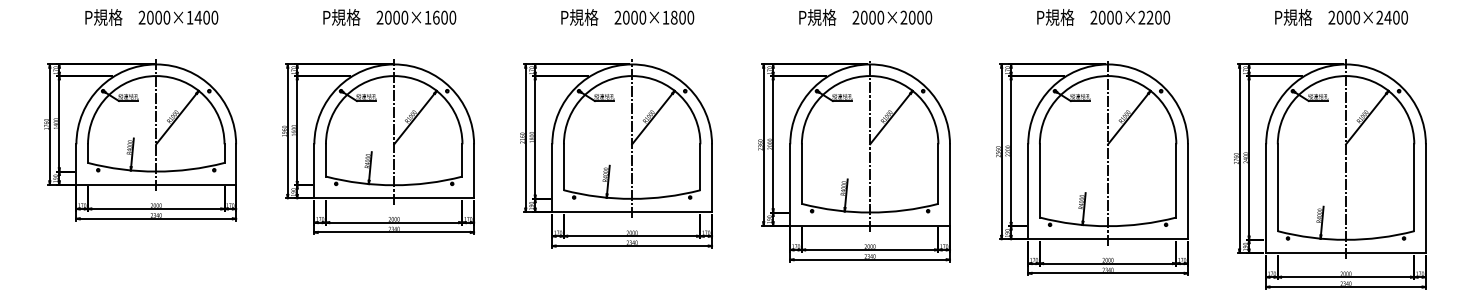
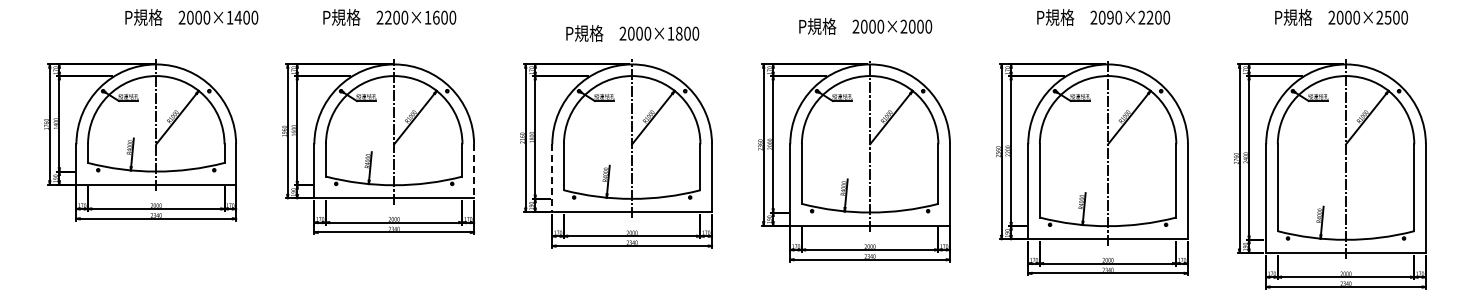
text at (151, 17) position: (151, 17) -> (191, 17)
text at (388, 17): 2000×1600 -> 2200×1600
text at (627, 17) position: (627, 17) -> (632, 33)
text at (865, 17) position: (865, 17) -> (865, 26)
text at (1110, 17): 2000×2200 -> 2090×2200
text at (1387, 17): 2000×2400 -> 2000×2500
line at (474, 171): solid -> dashed
line at (552, 178): solid -> dashed
